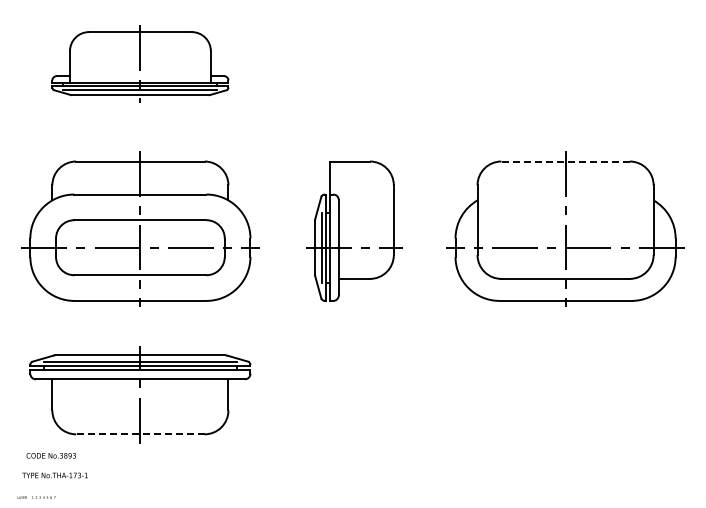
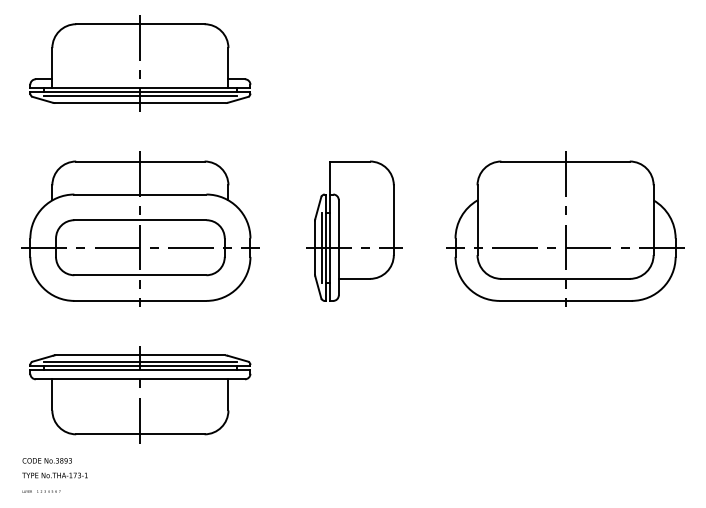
part at (140, 63) size: 179x78 px -> 223x97 px
line at (565, 161): dashed -> solid
line at (139, 434): dashed -> solid
text at (50, 455) position: (50, 455) -> (46, 460)
text at (36, 497) position: (36, 497) -> (41, 491)
